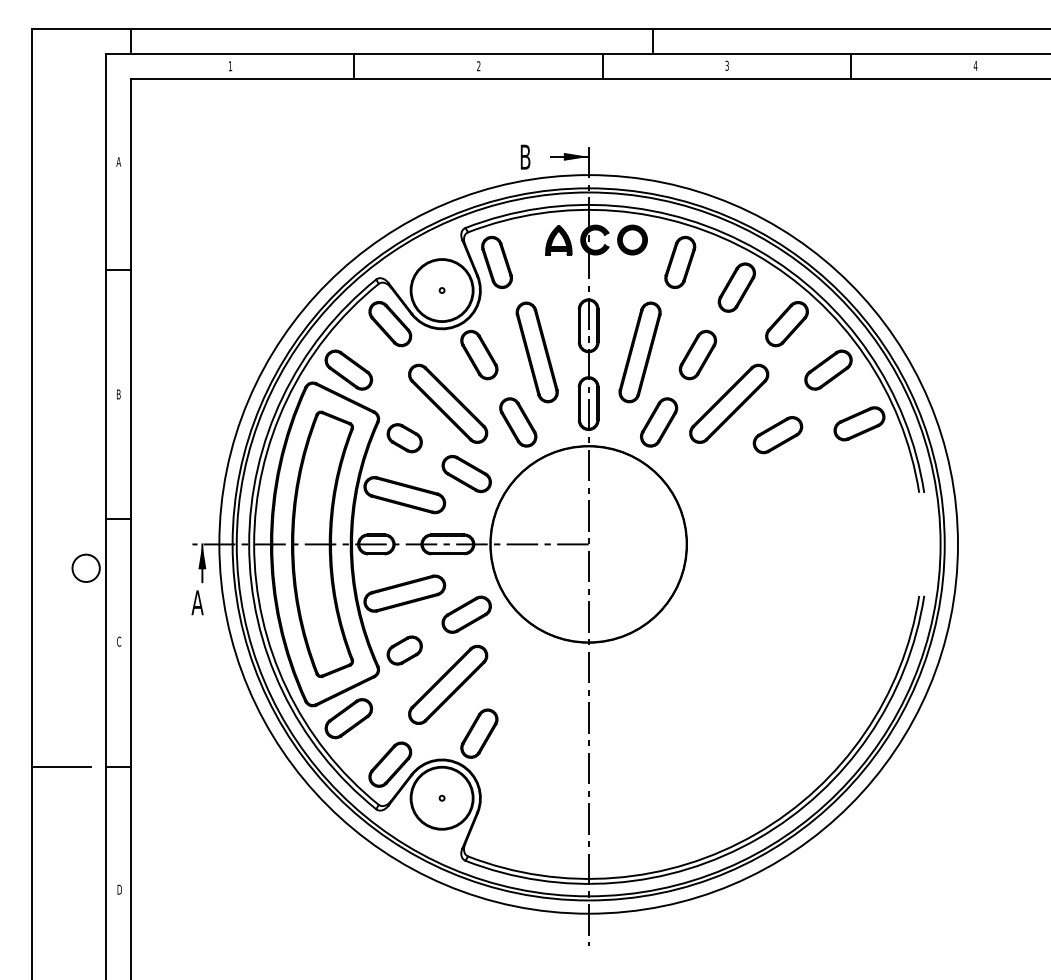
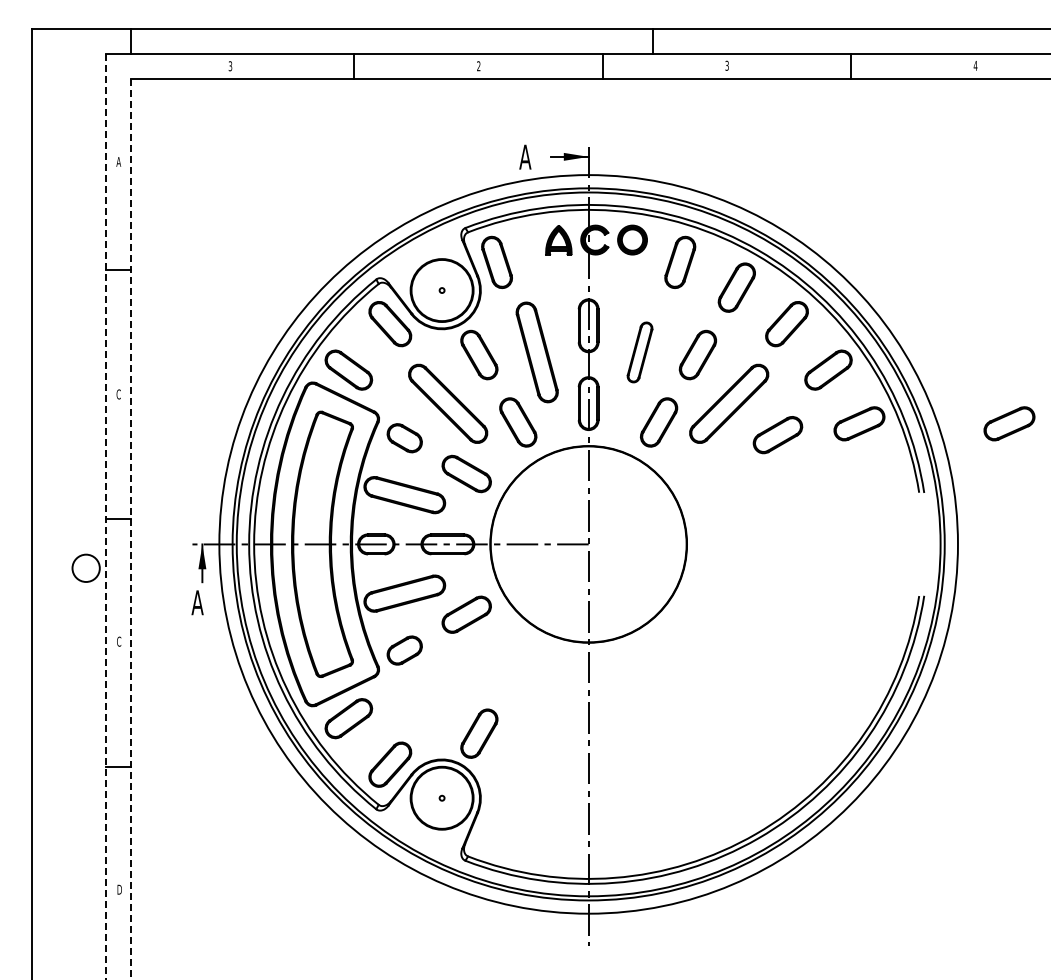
text at (230, 66): 1 -> 3
text at (525, 156): B -> A
part at (639, 352) size: 44x103 px -> 28x63 px
text at (118, 394): B -> C
part at (1009, 423): none -> present
line at (106, 517): solid -> dashed
line at (130, 529): solid -> dashed
part at (448, 684): present -> none
line at (61, 767): present -> none
